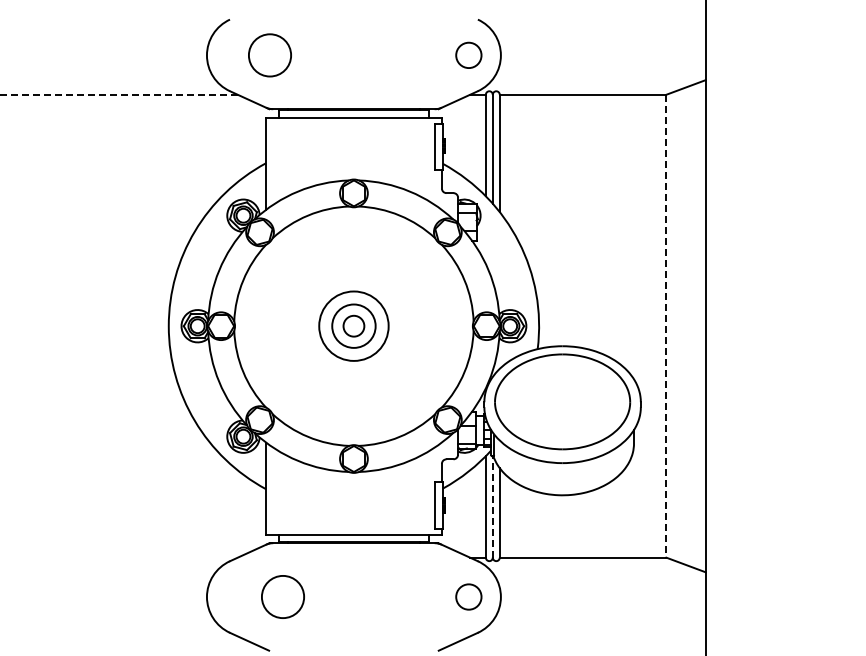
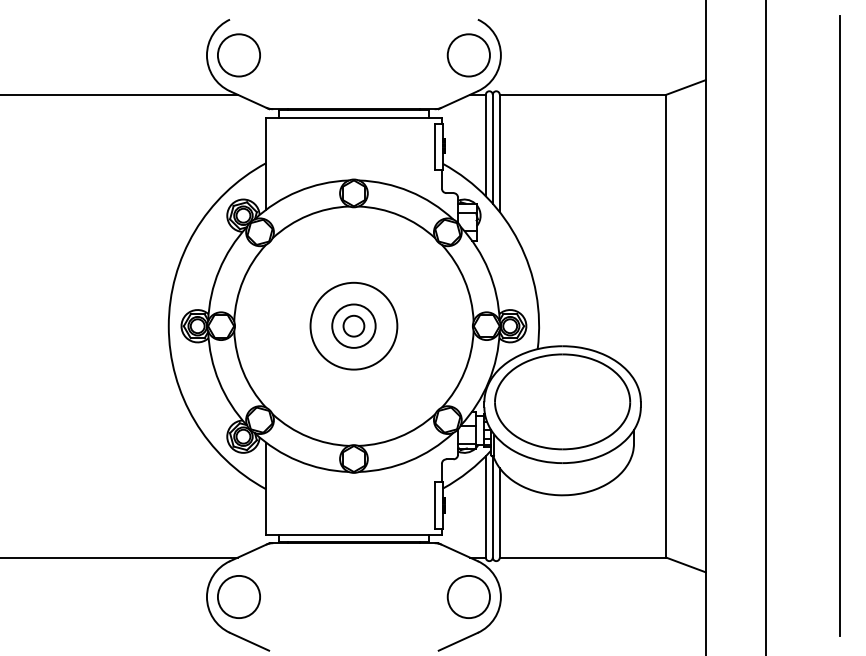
circle at (269, 55) position: (269, 55) -> (238, 55)
circle at (468, 55) diameter: 25 px -> 42 px
line at (119, 94): dashed -> solid
circle at (353, 325) diameter: 69 px -> 87 px
line at (666, 326): dashed -> solid
line at (840, 326): none -> present
line at (765, 327): none -> present
line at (492, 507): dashed -> solid
line at (119, 557): none -> present
circle at (282, 596) position: (282, 596) -> (238, 596)
circle at (468, 596) diameter: 25 px -> 42 px
